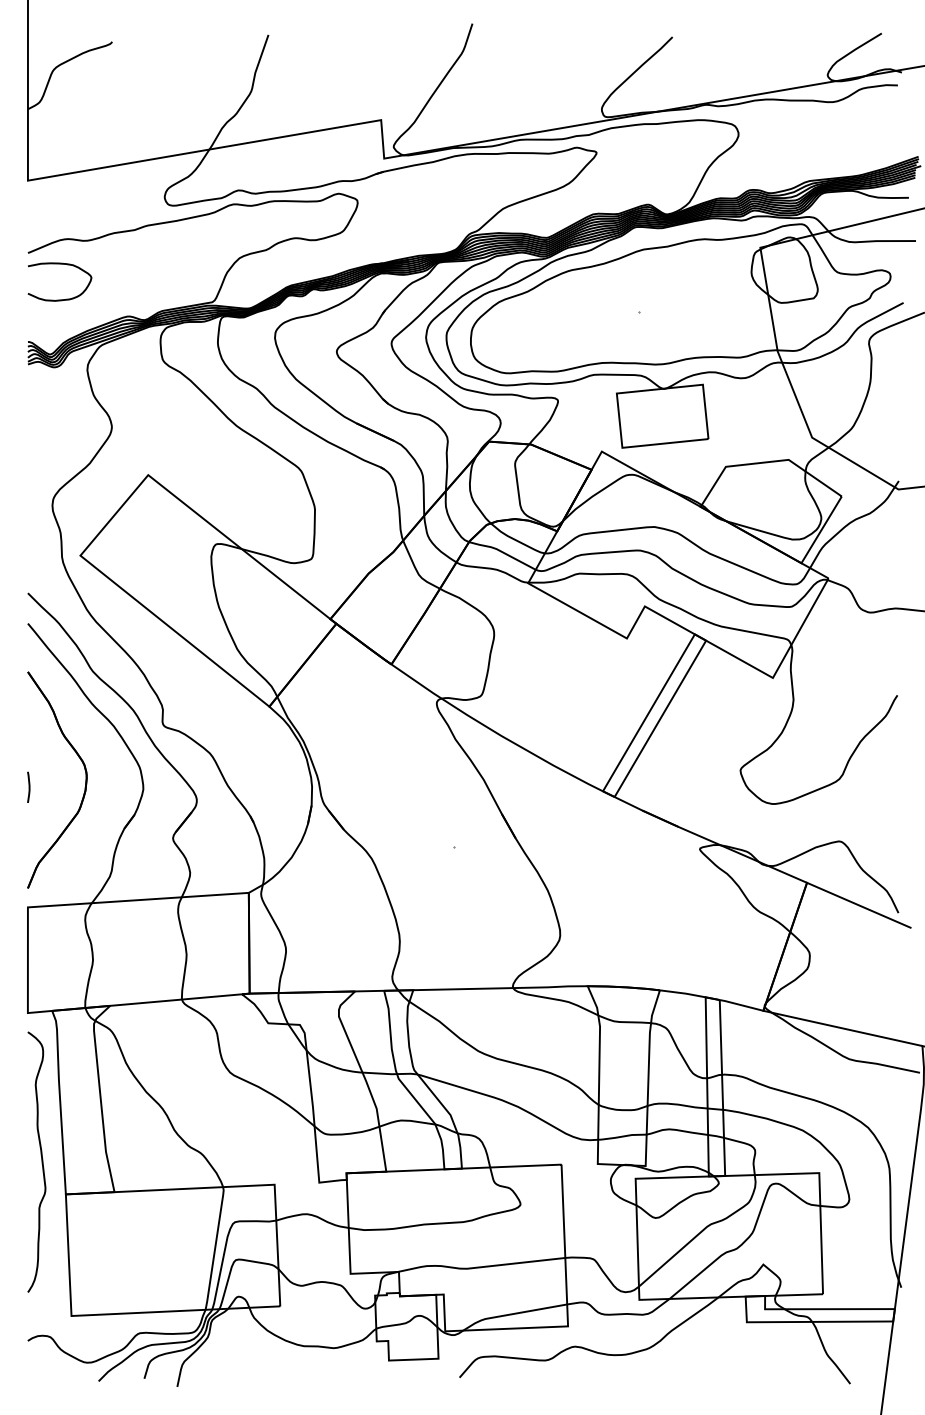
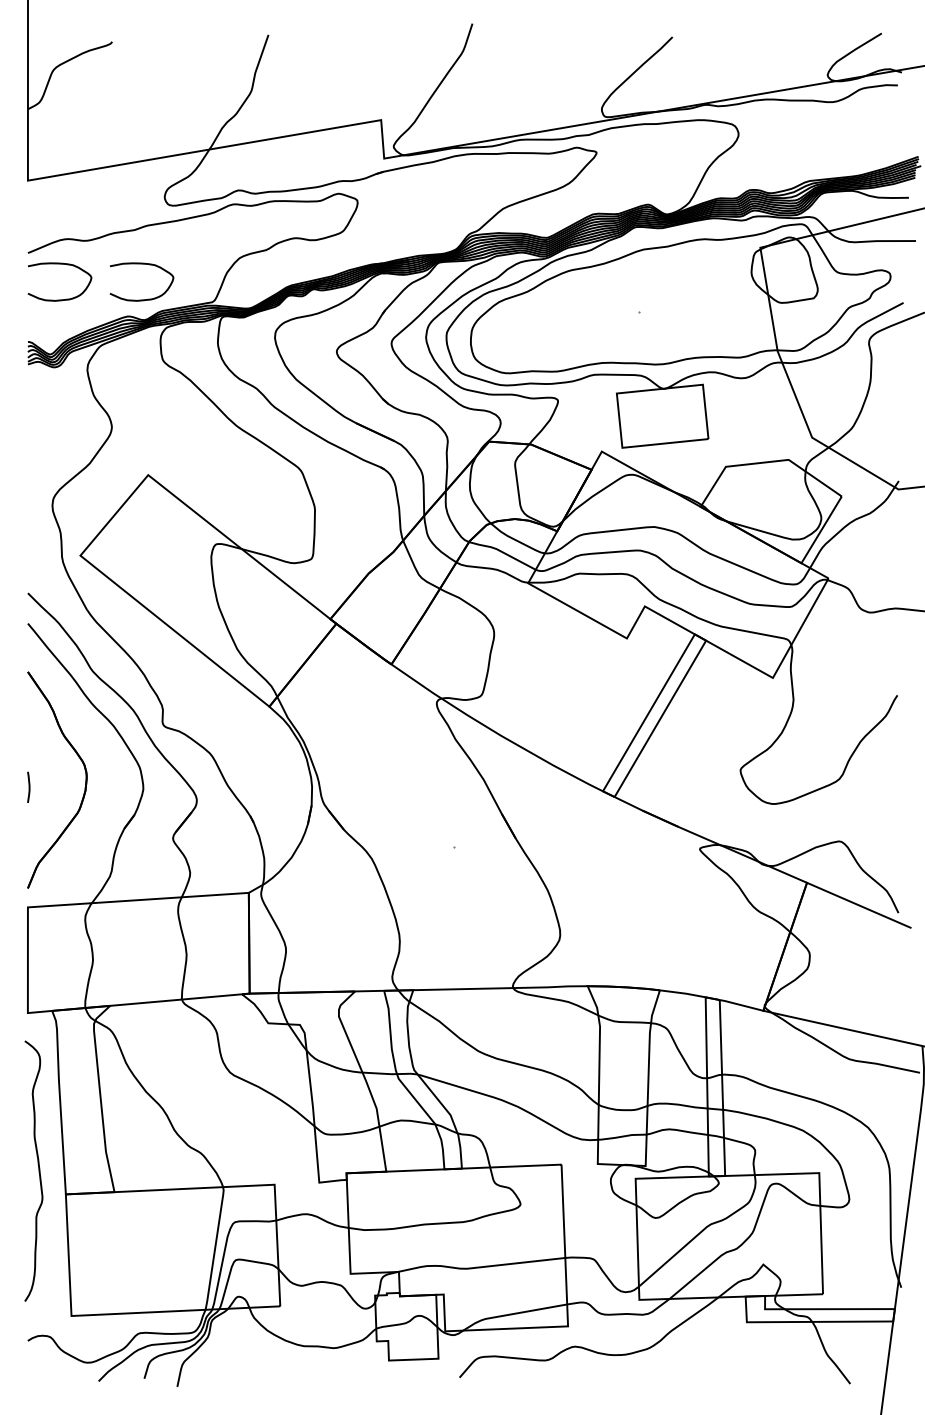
curve at (141, 264): none -> present
curve at (41, 1161) position: (41, 1161) -> (38, 1170)
